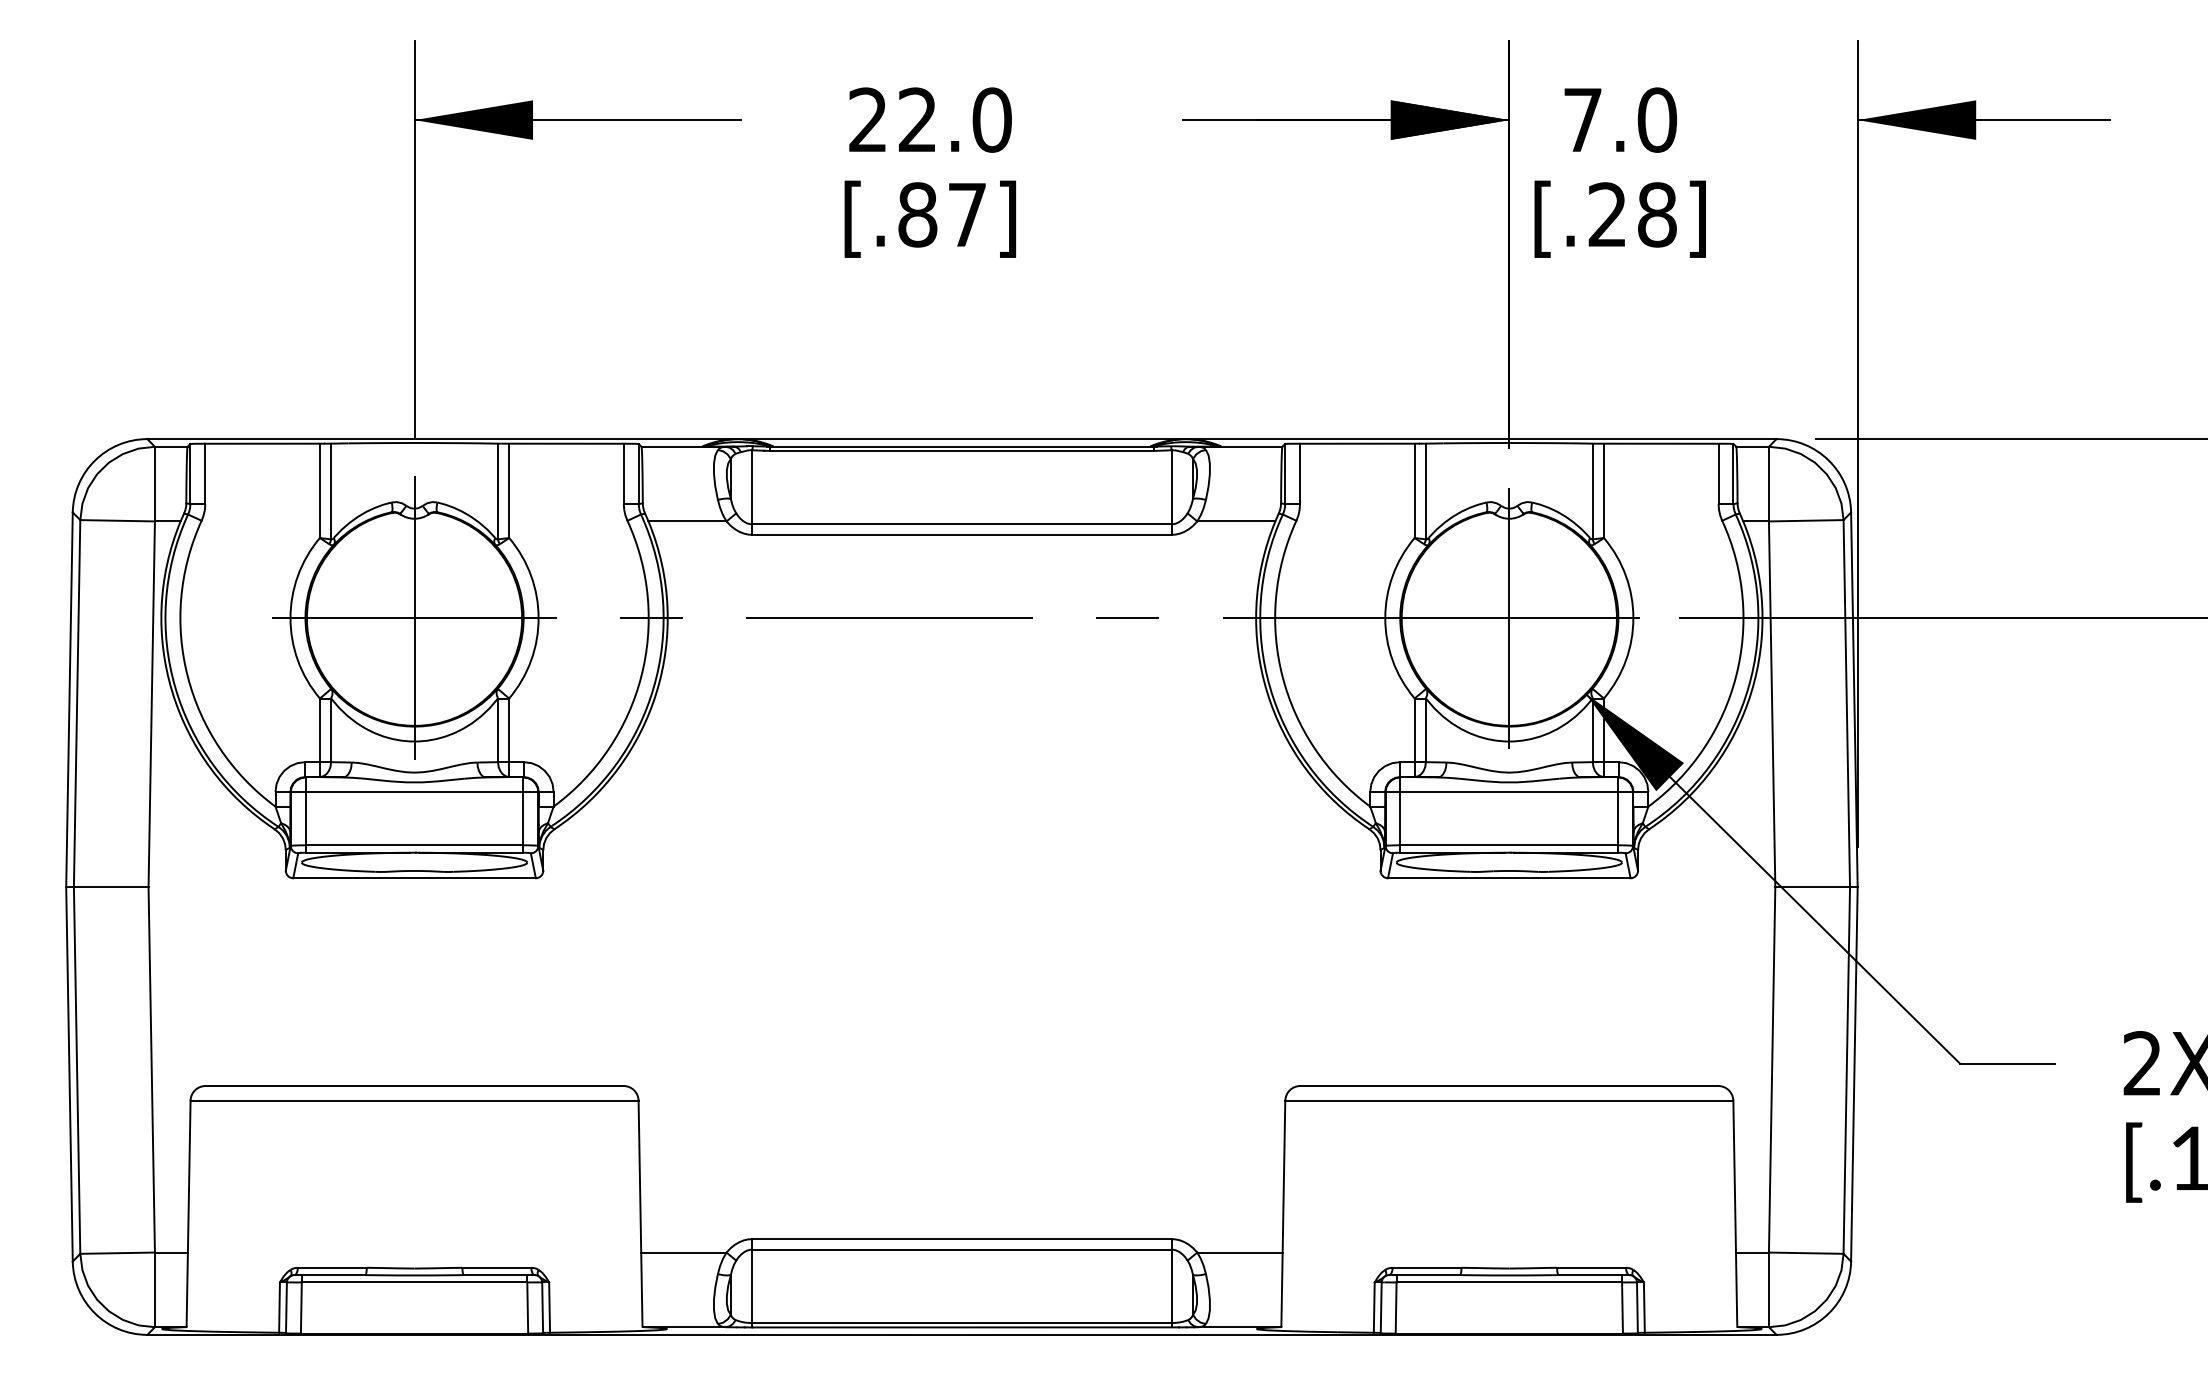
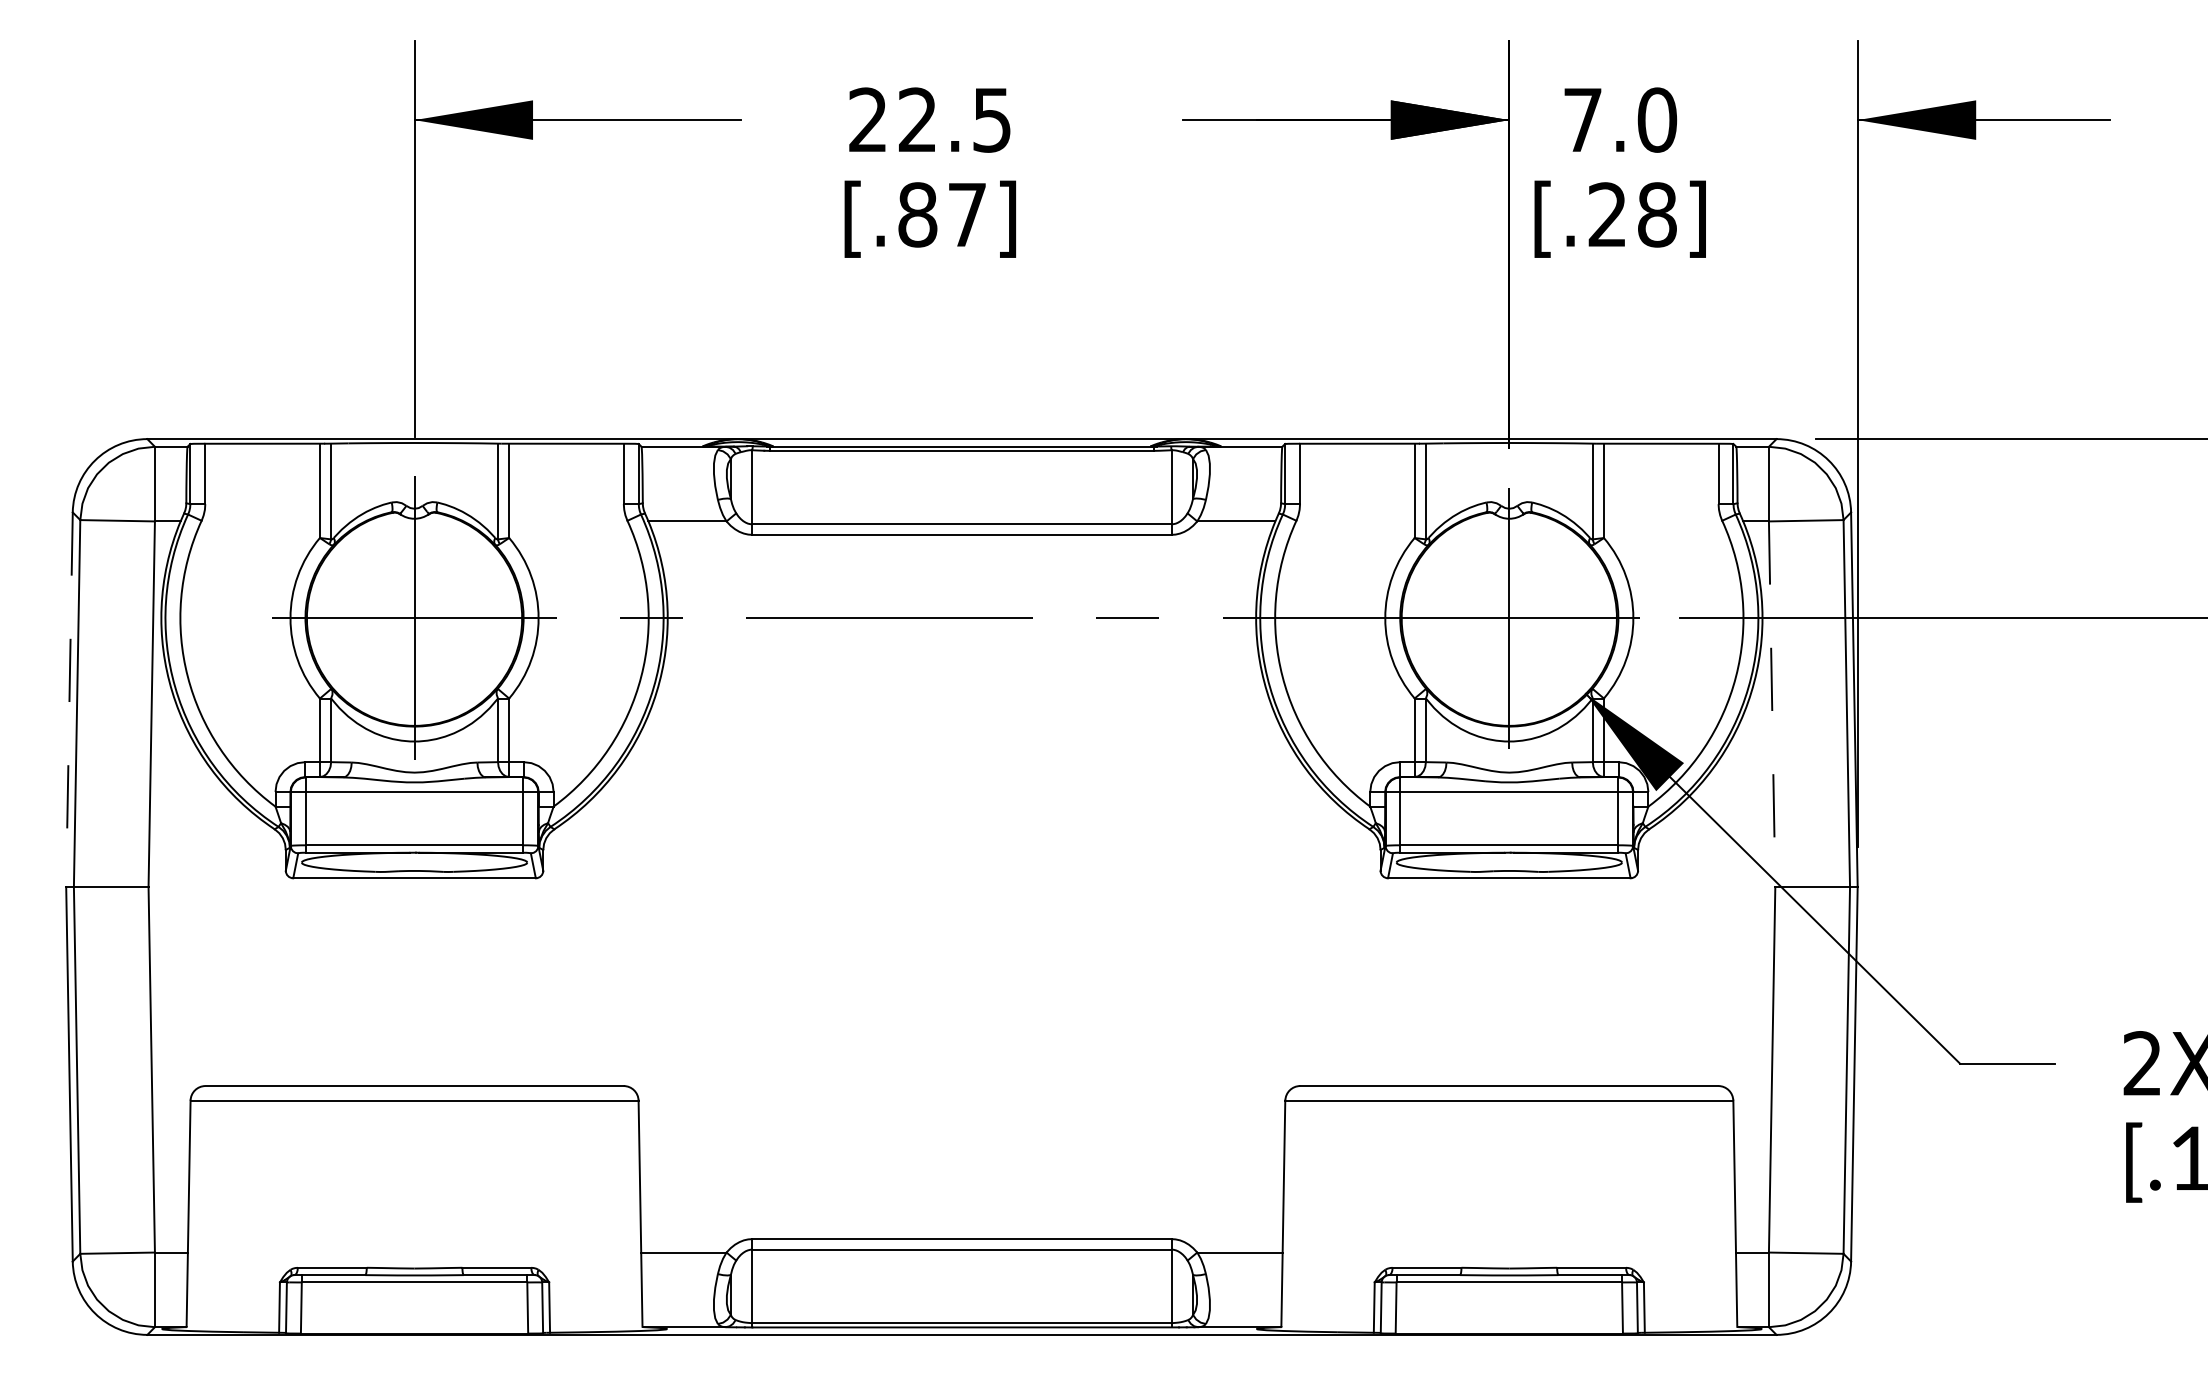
text at (991, 119): 22.0 -> 22.5
line at (69, 700): solid -> dashed
line at (1772, 704): solid -> dashed
